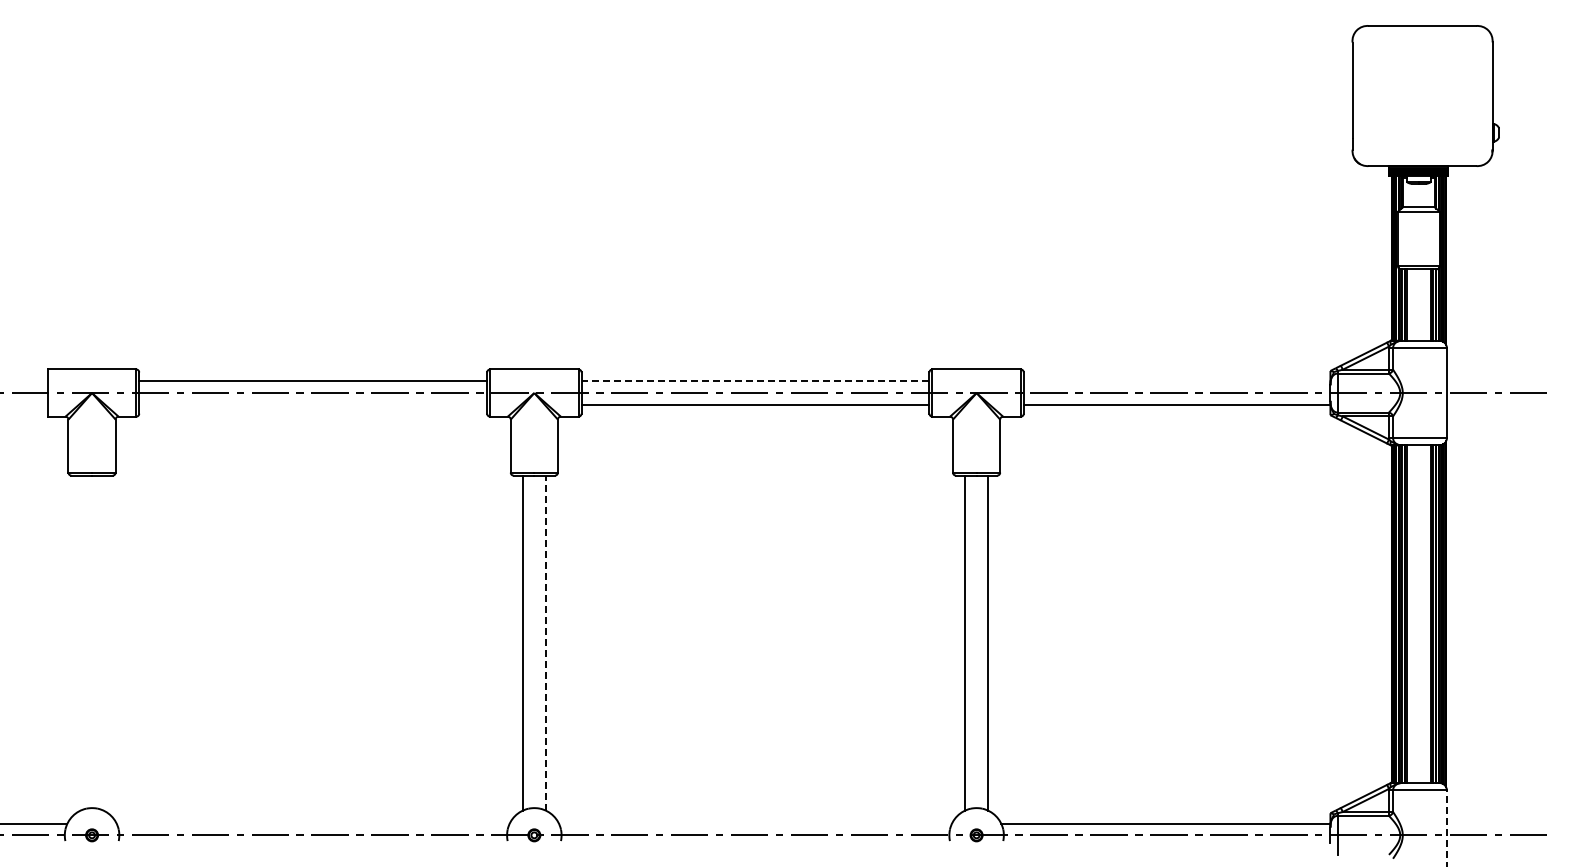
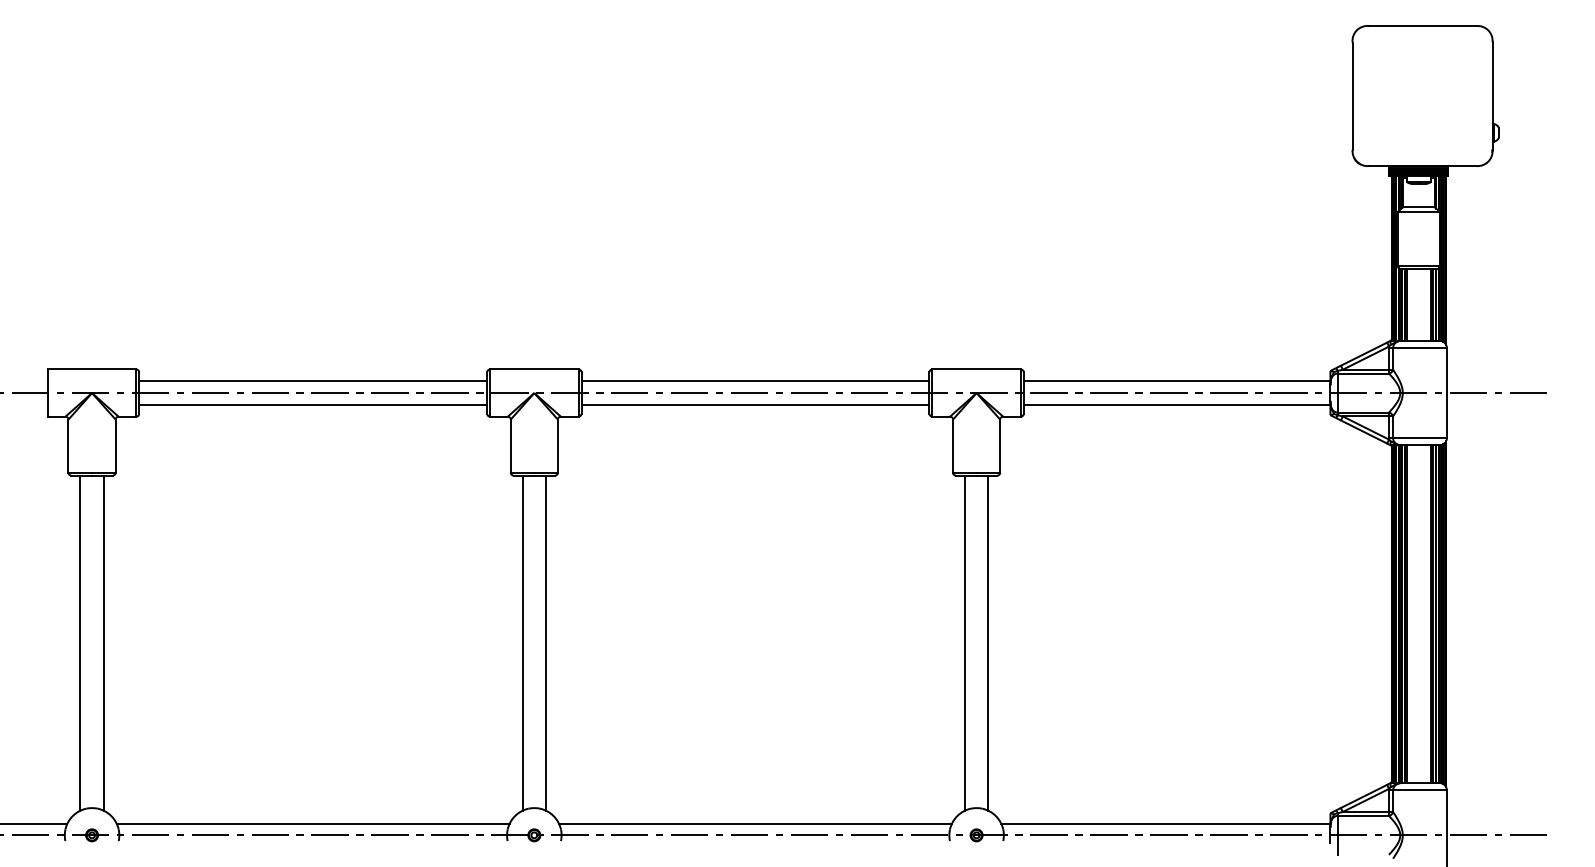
line at (755, 381): dashed -> solid
line at (1176, 381): none -> present
line at (313, 404): none -> present
line at (80, 642): none -> present
line at (103, 642): none -> present
line at (546, 643): dashed -> solid
line at (312, 823): none -> present
line at (755, 823): none -> present
line at (1446, 828): dashed -> solid
